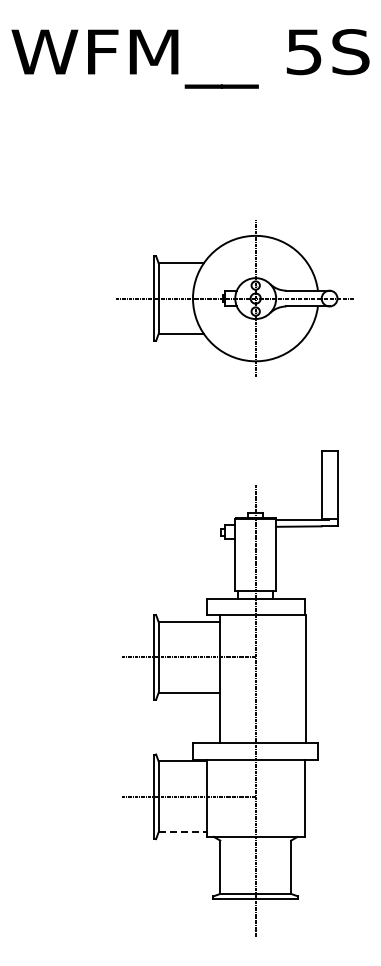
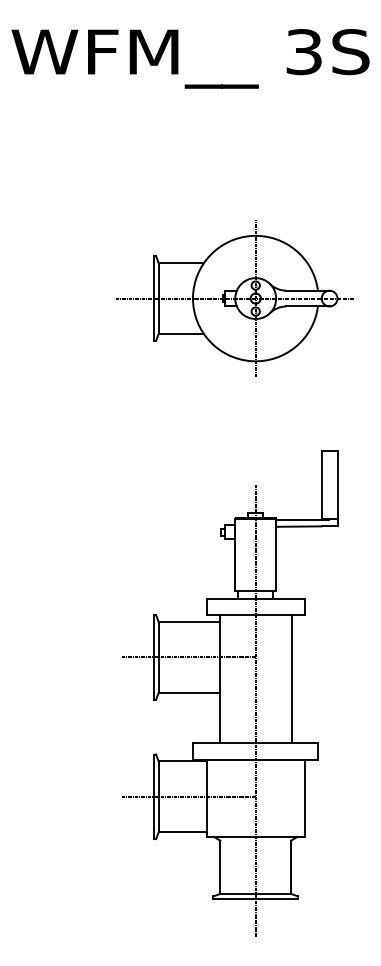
text at (304, 51): 5S -> 3S
line at (305, 678) position: (305, 678) -> (291, 678)
line at (183, 832): dashed -> solid
